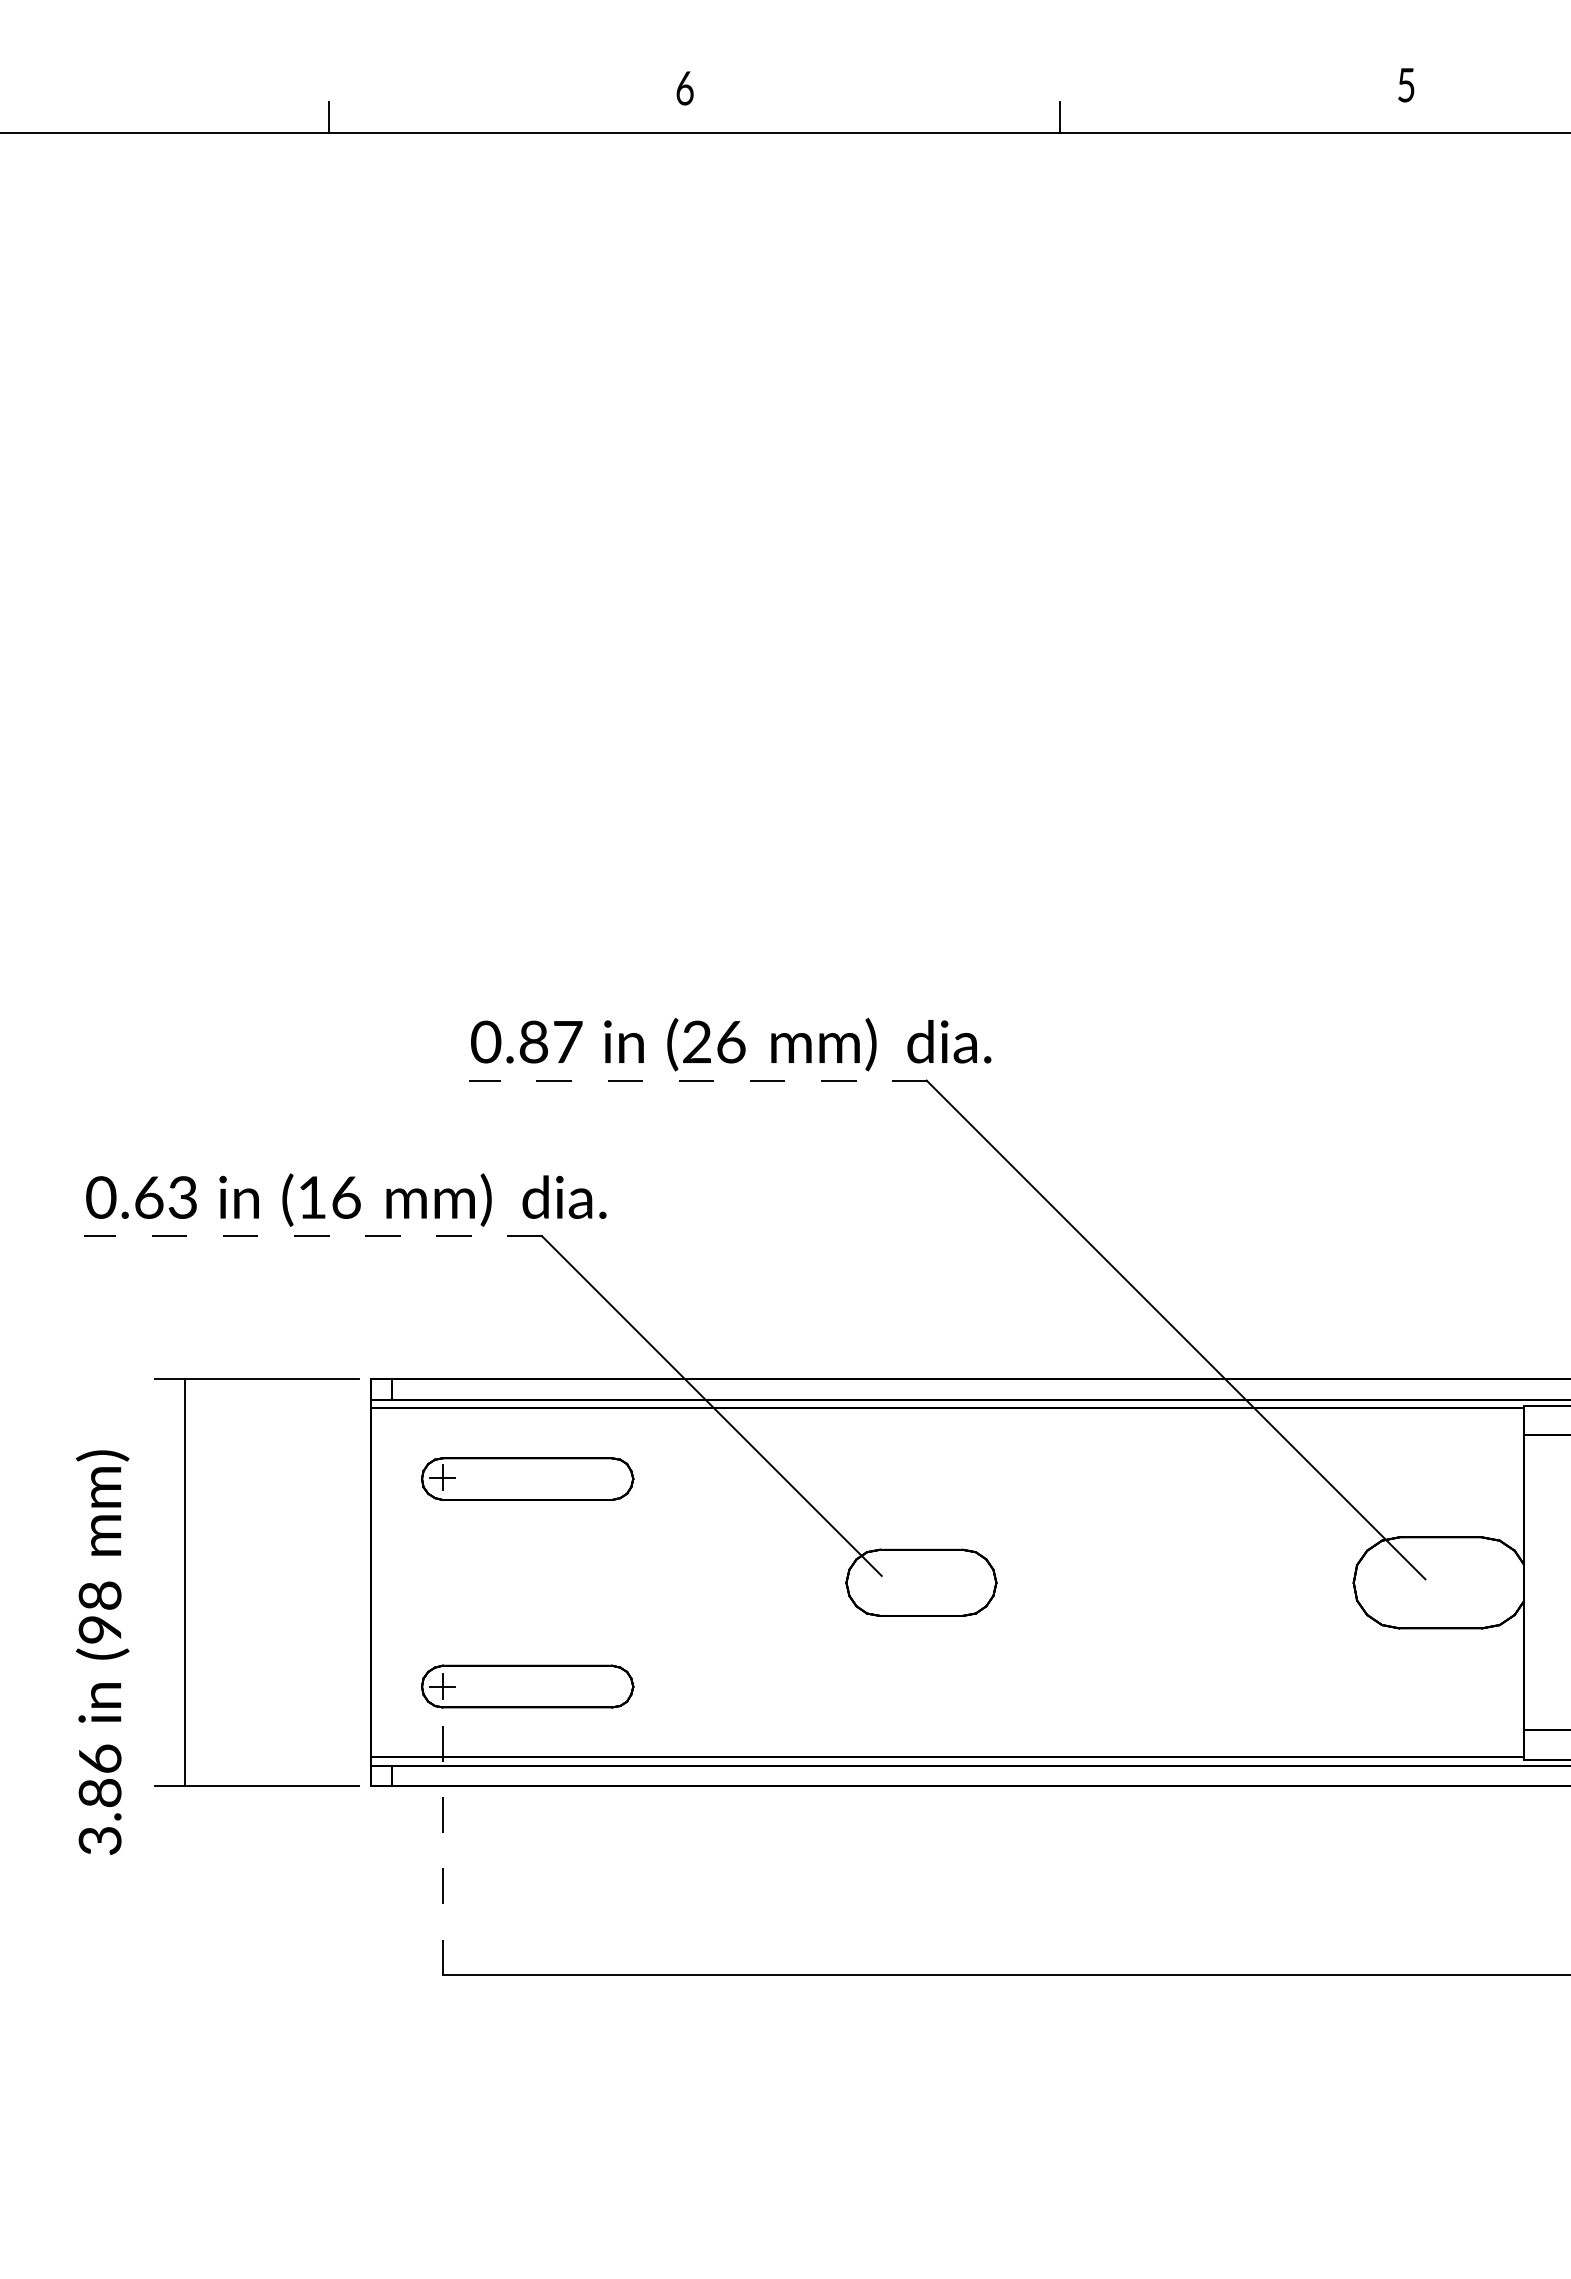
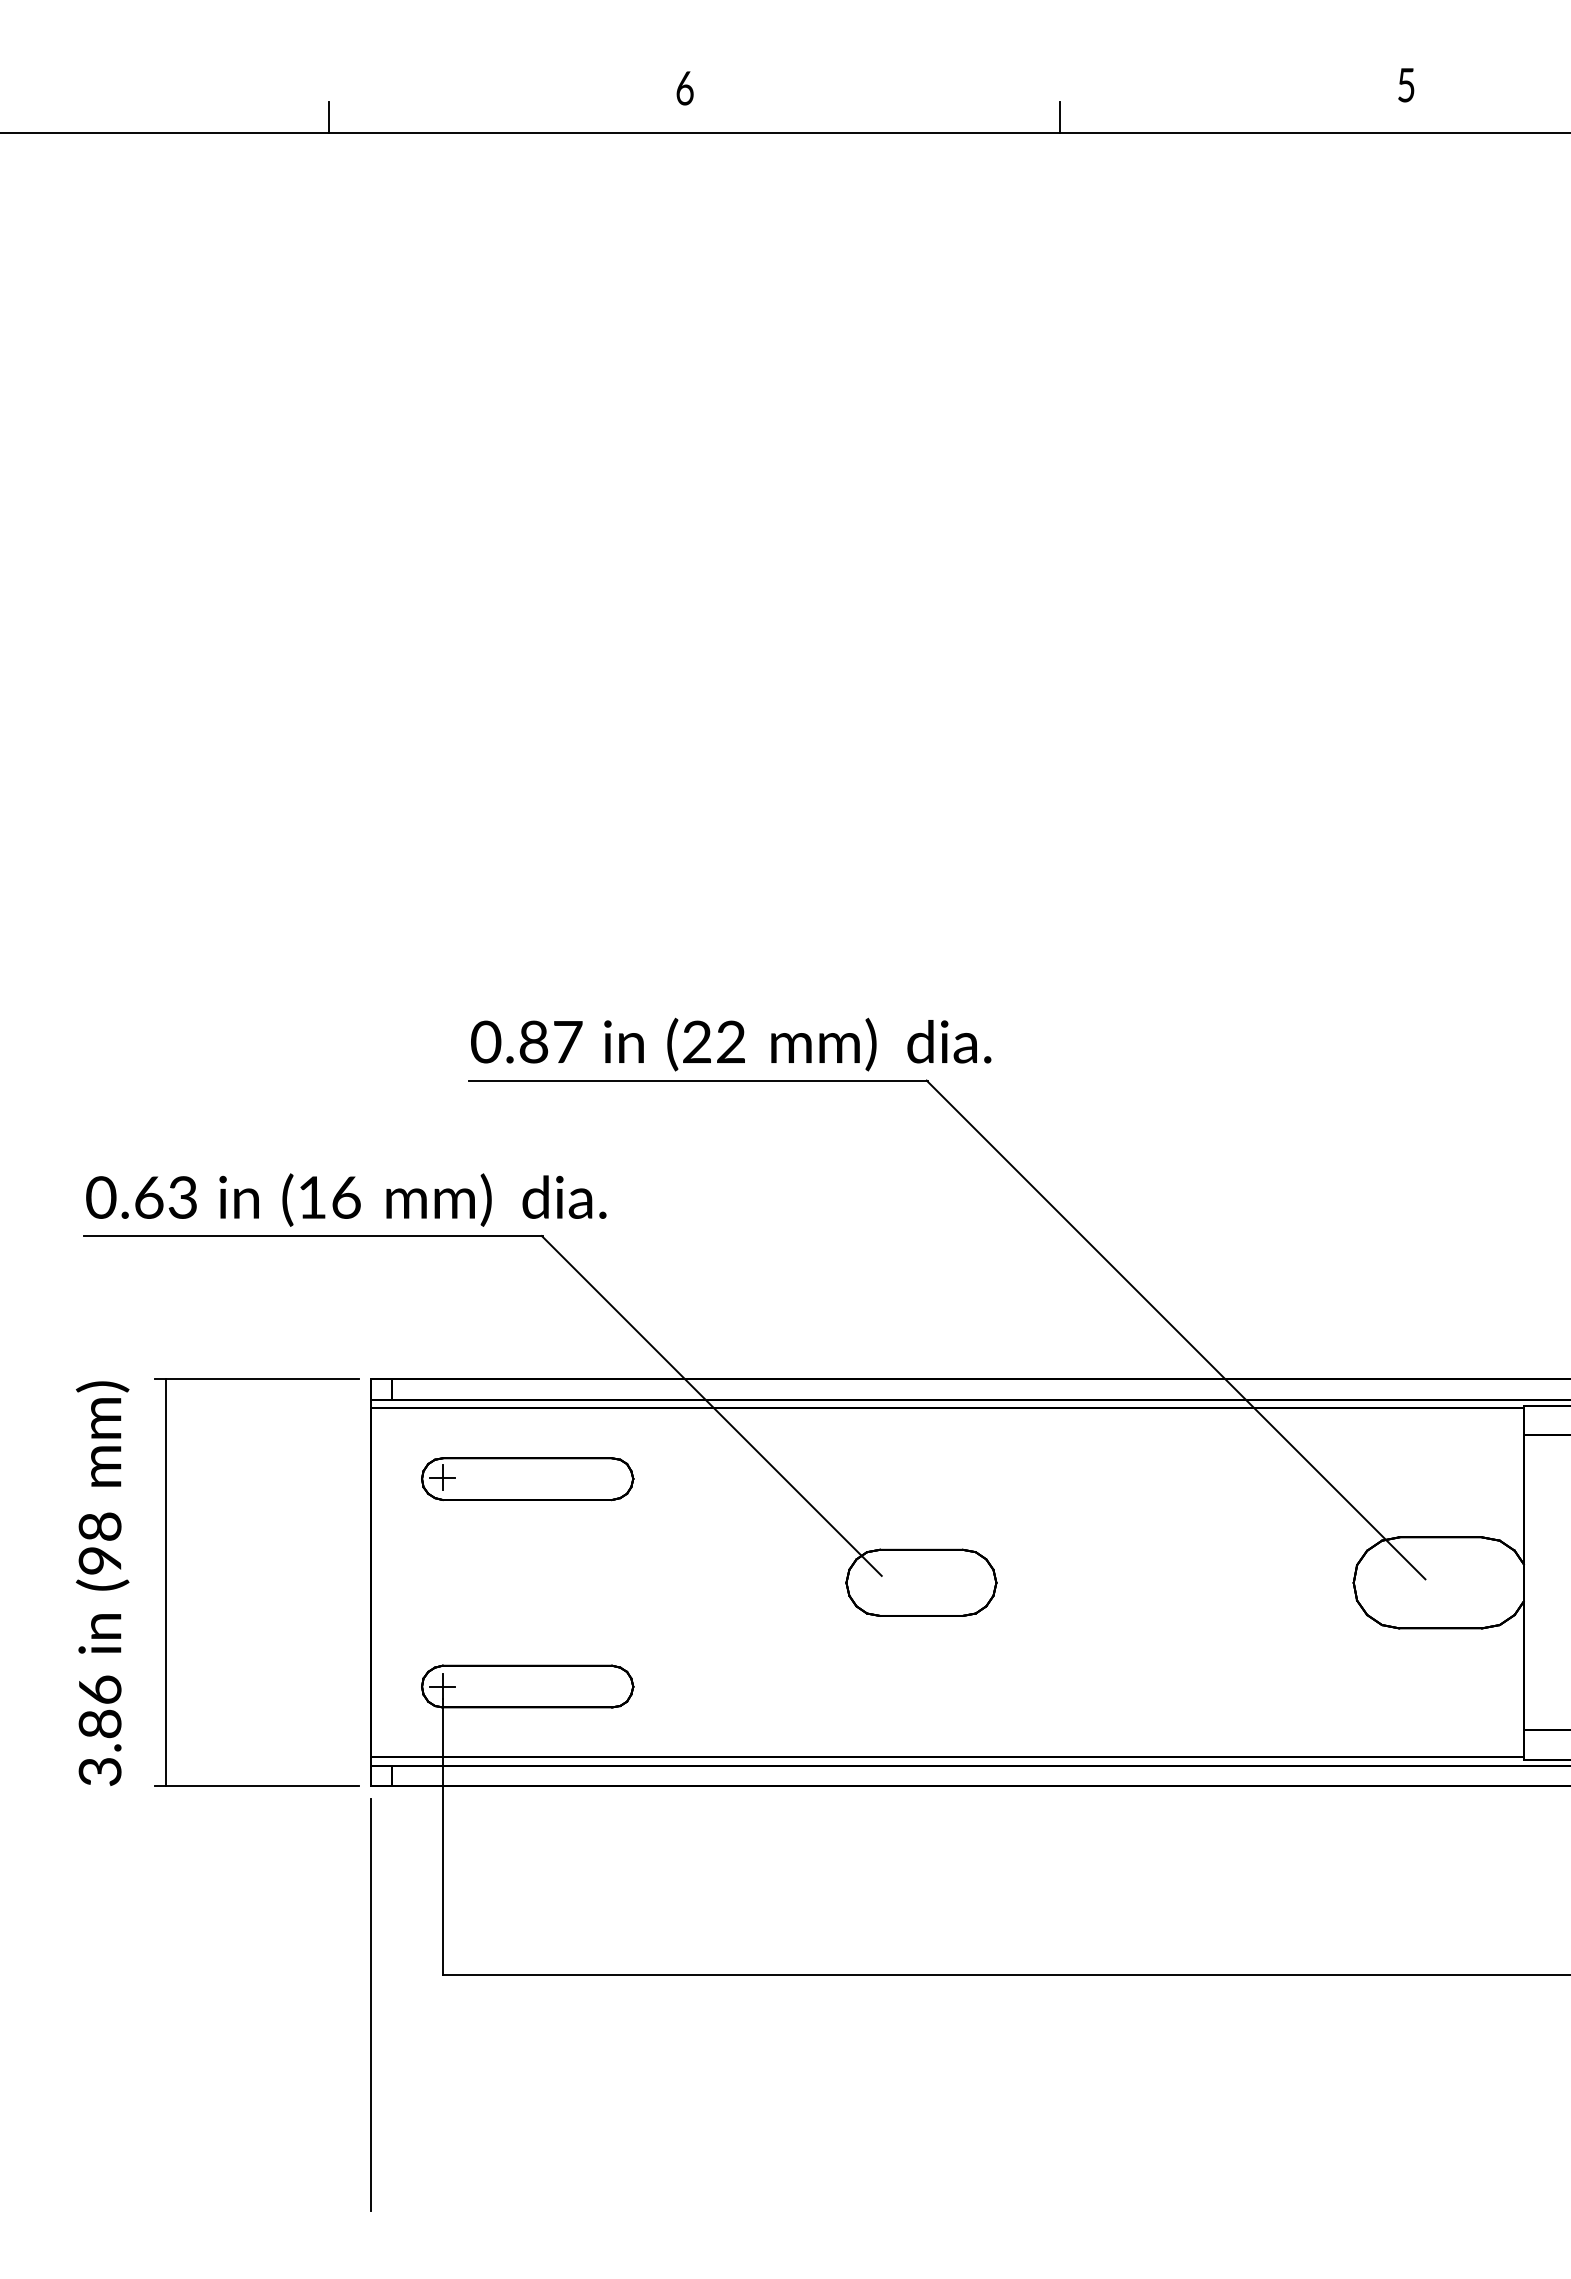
text at (731, 1041): (26 -> (22
line at (697, 1080): dashed -> solid
line at (313, 1236): dashed -> solid
line at (184, 1582) position: (184, 1582) -> (165, 1582)
text at (102, 1652) position: (102, 1652) -> (102, 1583)
line at (442, 1836): dashed -> solid
line at (370, 2004): none -> present
